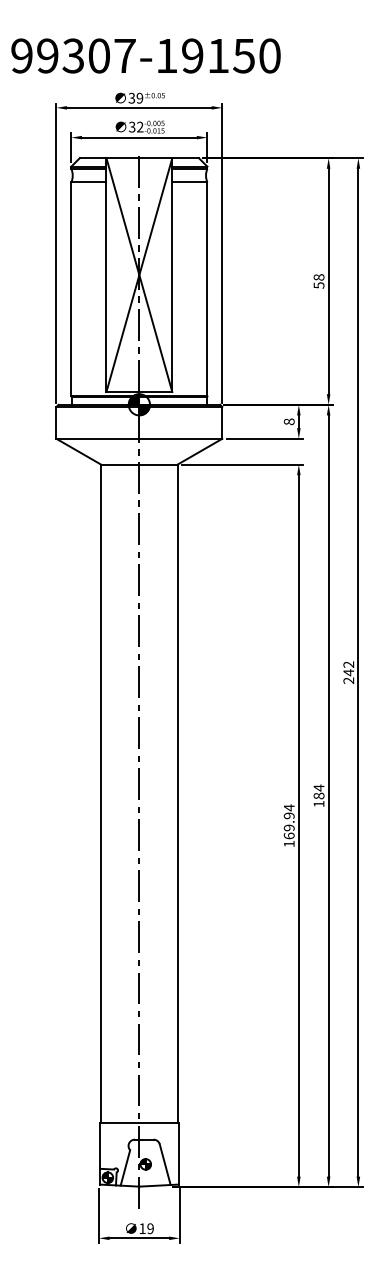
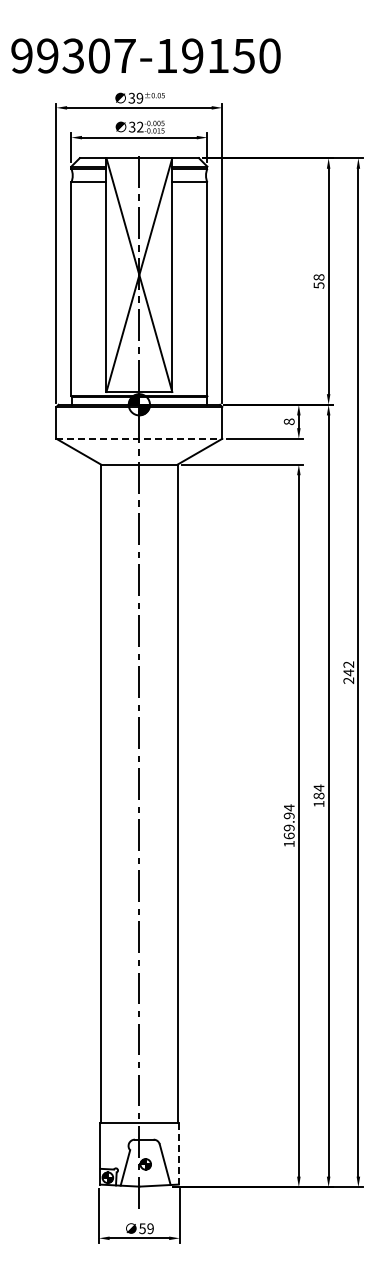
line at (139, 438): solid -> dashed
line at (178, 1154): solid -> dashed
text at (142, 1228): 19 -> 59
